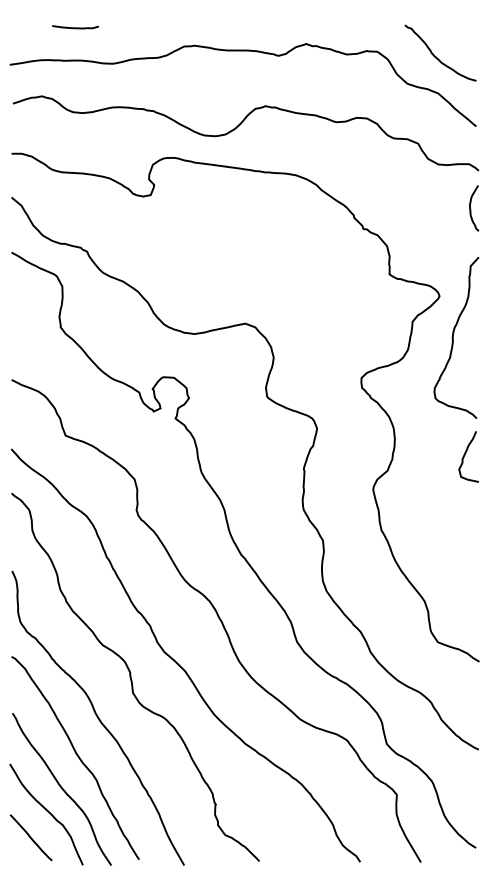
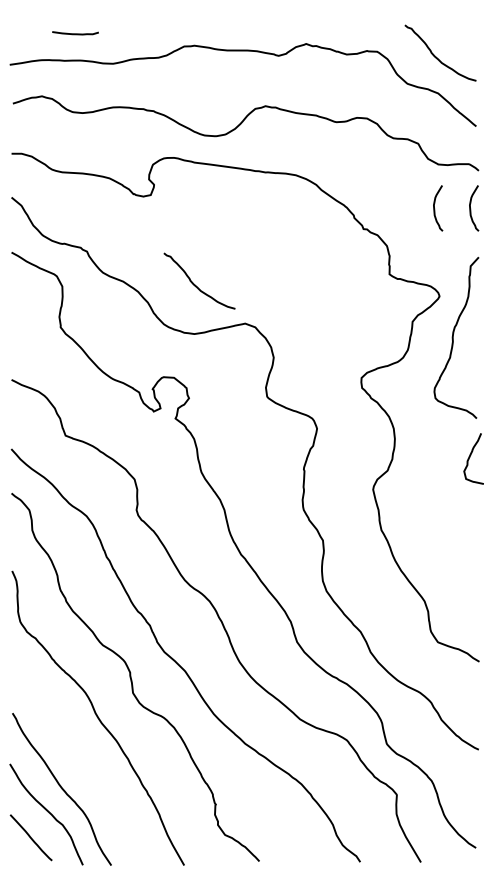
curve at (75, 27) position: (75, 27) -> (75, 33)
curve at (435, 208): none -> present
curve at (195, 284): none -> present
curve at (465, 455) position: (465, 455) -> (470, 457)
curve at (77, 757): present -> none
